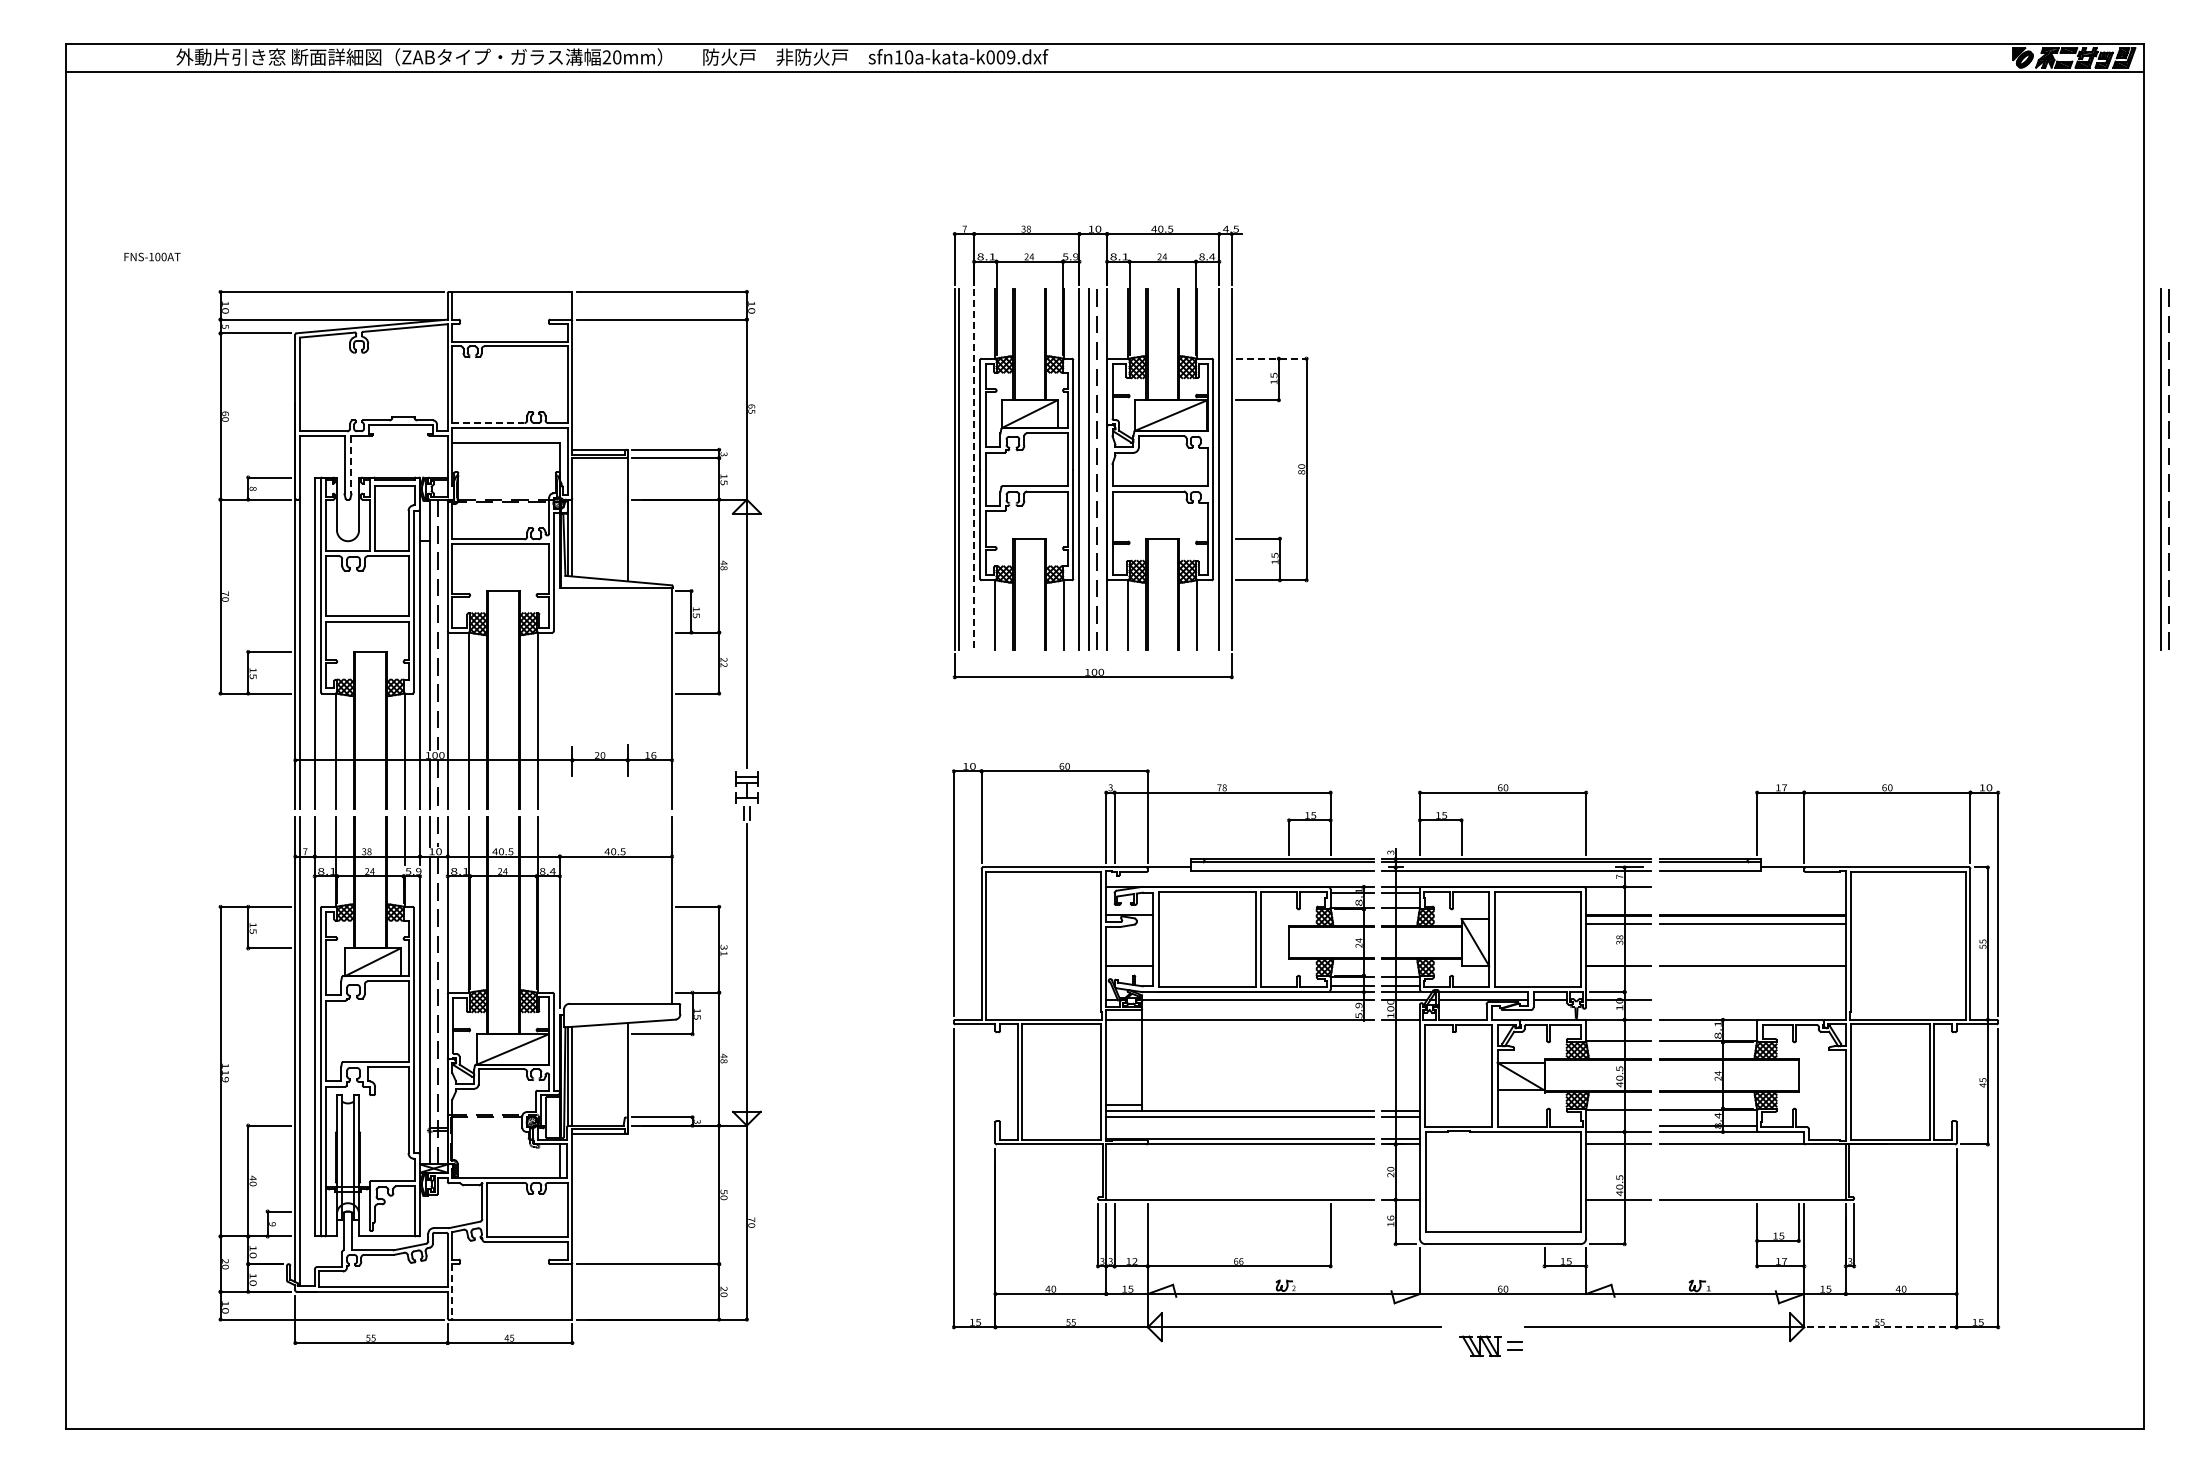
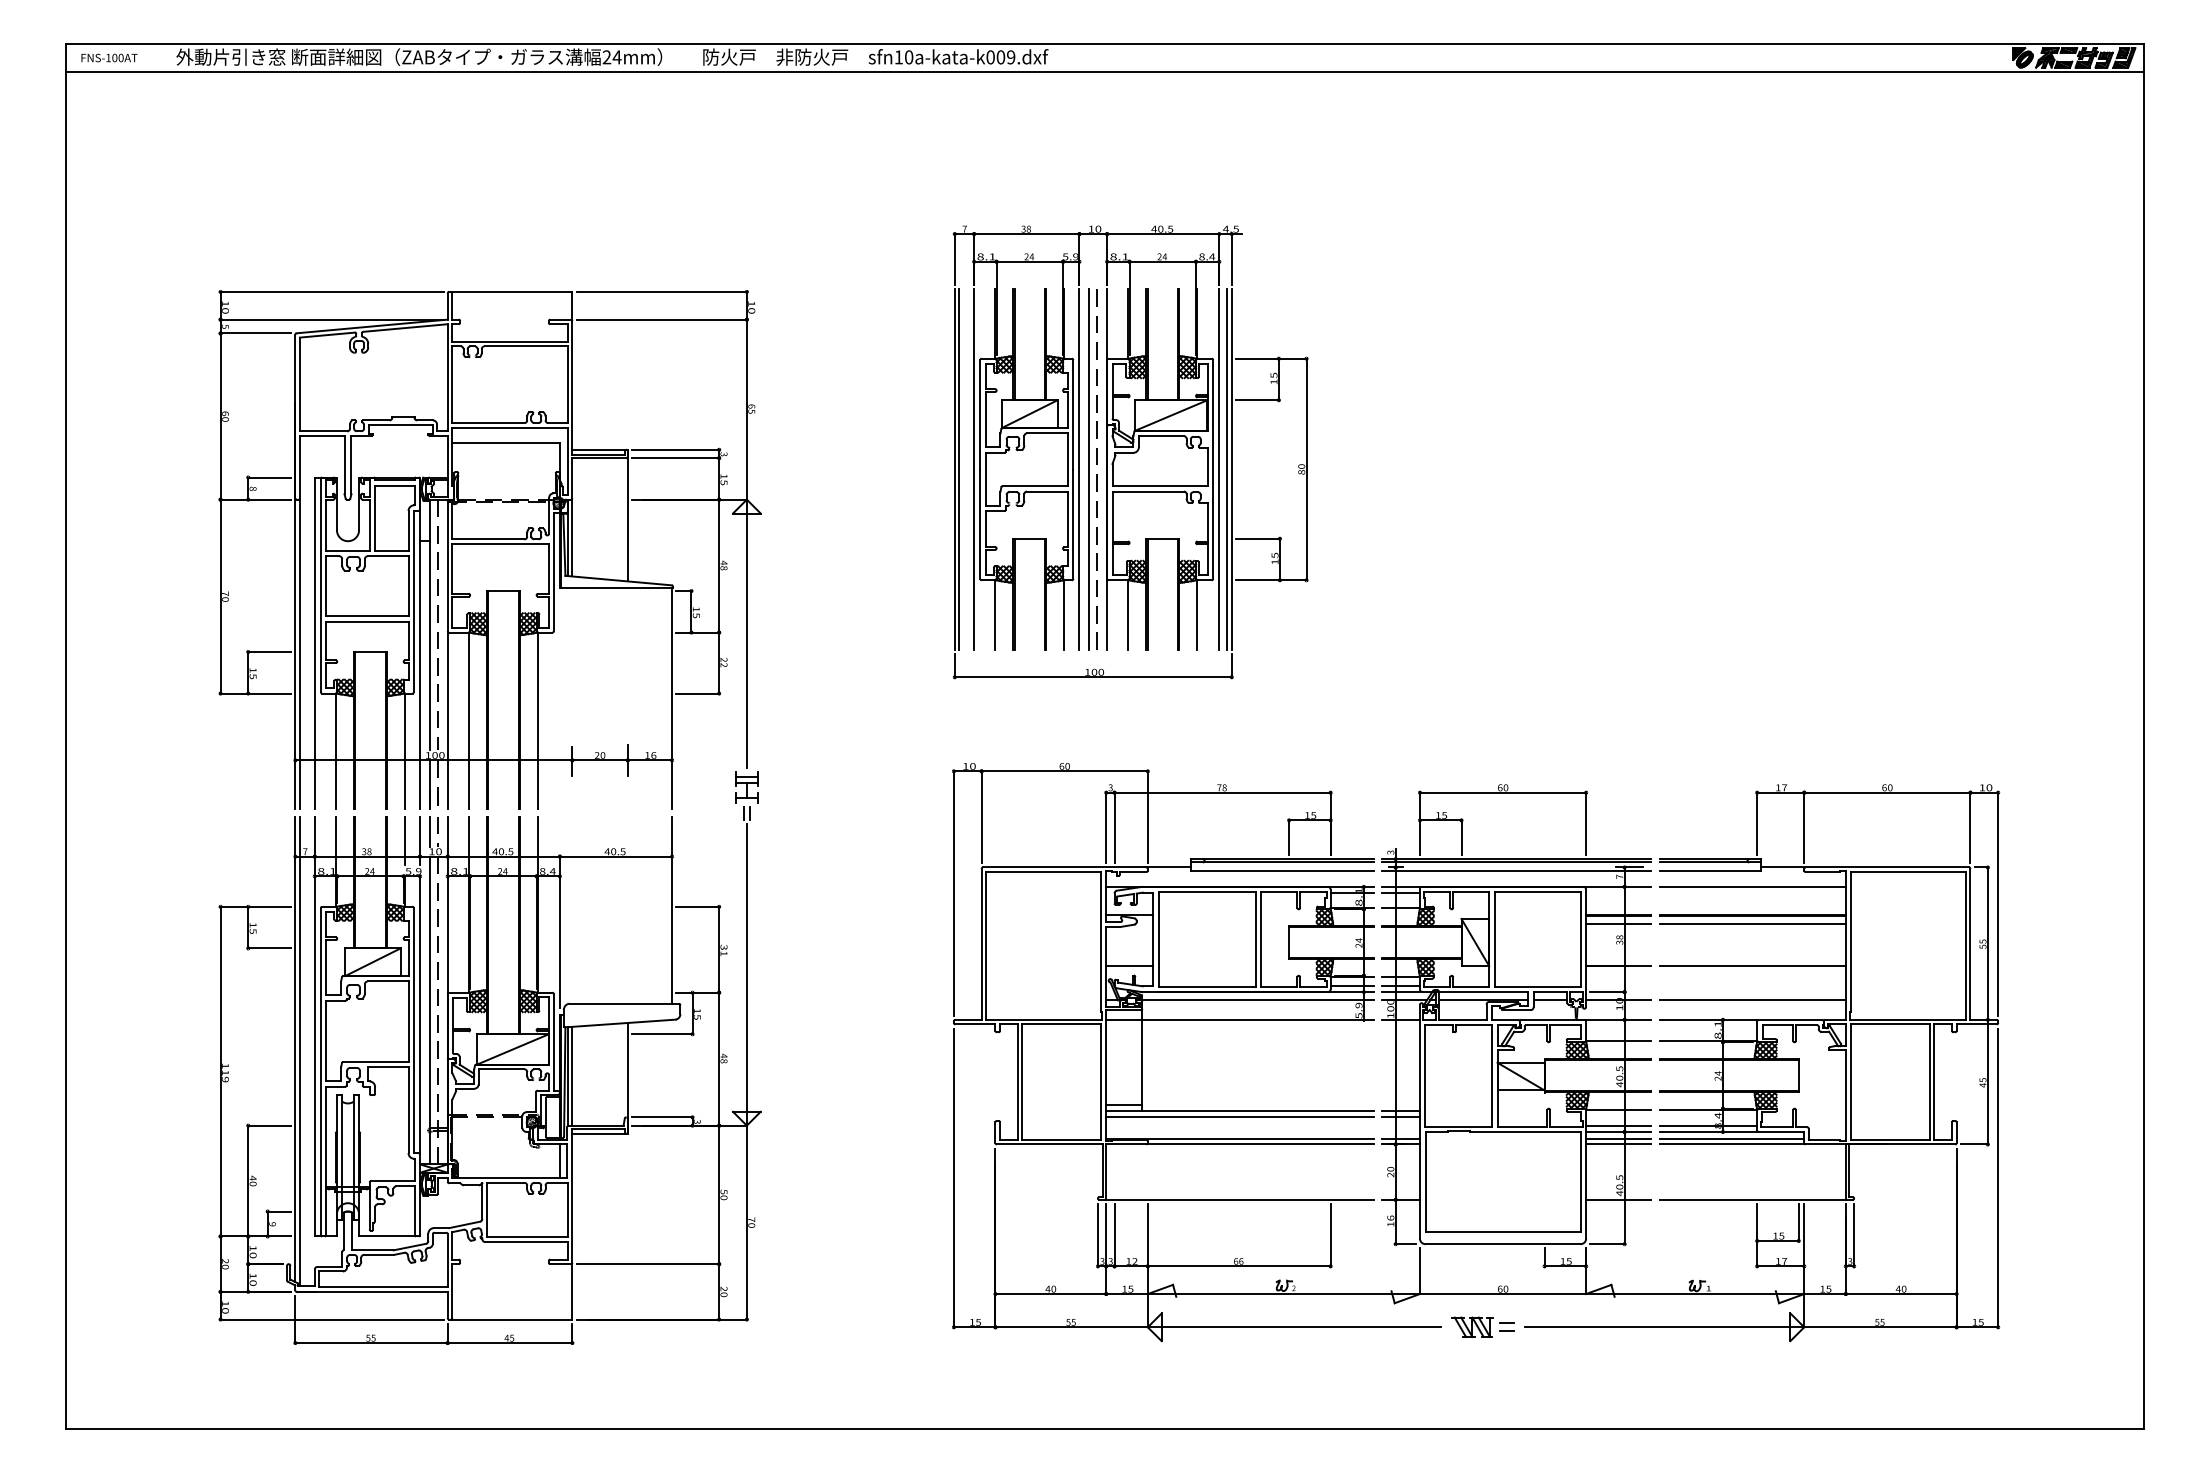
text at (616, 57): 20mm -> 24mm
text at (152, 256) position: (152, 256) -> (109, 57)
line at (1271, 358): dashed -> solid
line at (488, 423): dashed -> solid
line at (351, 465): dashed -> solid
line at (1227, 469): none -> present
part at (2164, 469): present -> none
line at (974, 470): dashed -> solid
line at (1752, 886): none -> present
line at (1752, 1000): none -> present
line at (1618, 1125): none -> present
line at (1618, 1139): none -> present
line at (1731, 1139): none -> present
line at (452, 1291): dashed -> solid
line at (1879, 1327): dashed -> solid
part at (1490, 1345) position: (1490, 1345) -> (1482, 1326)
